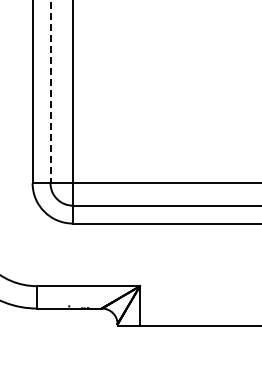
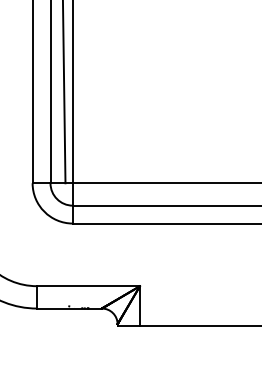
line at (50, 92): dashed -> solid
line at (63, 92): none -> present
